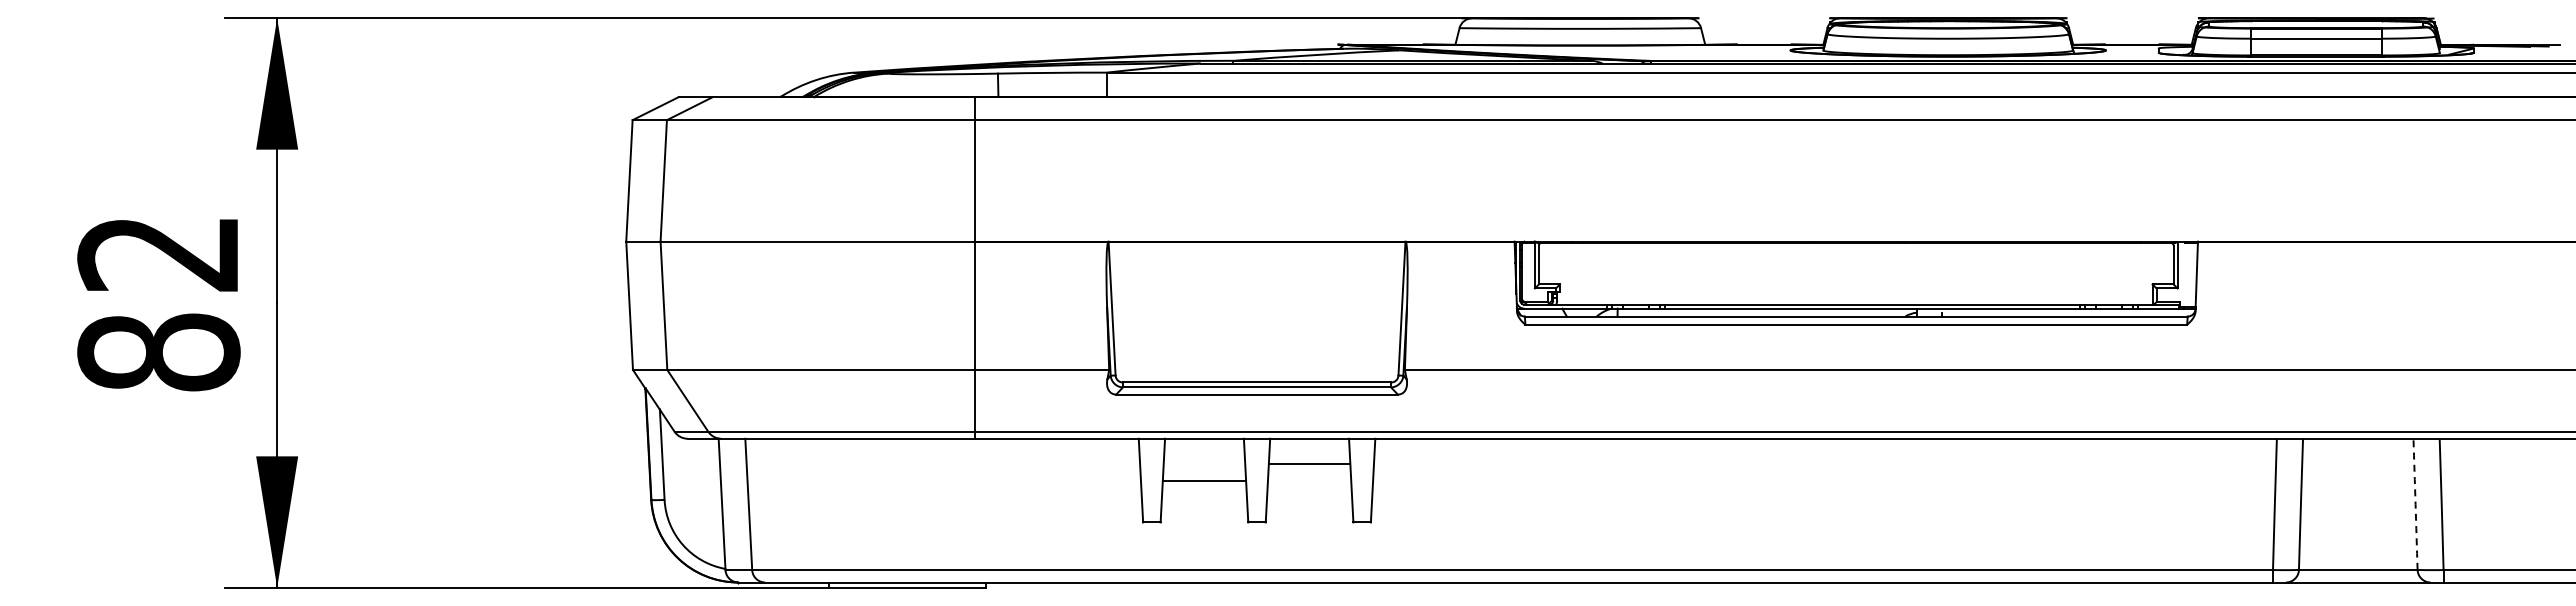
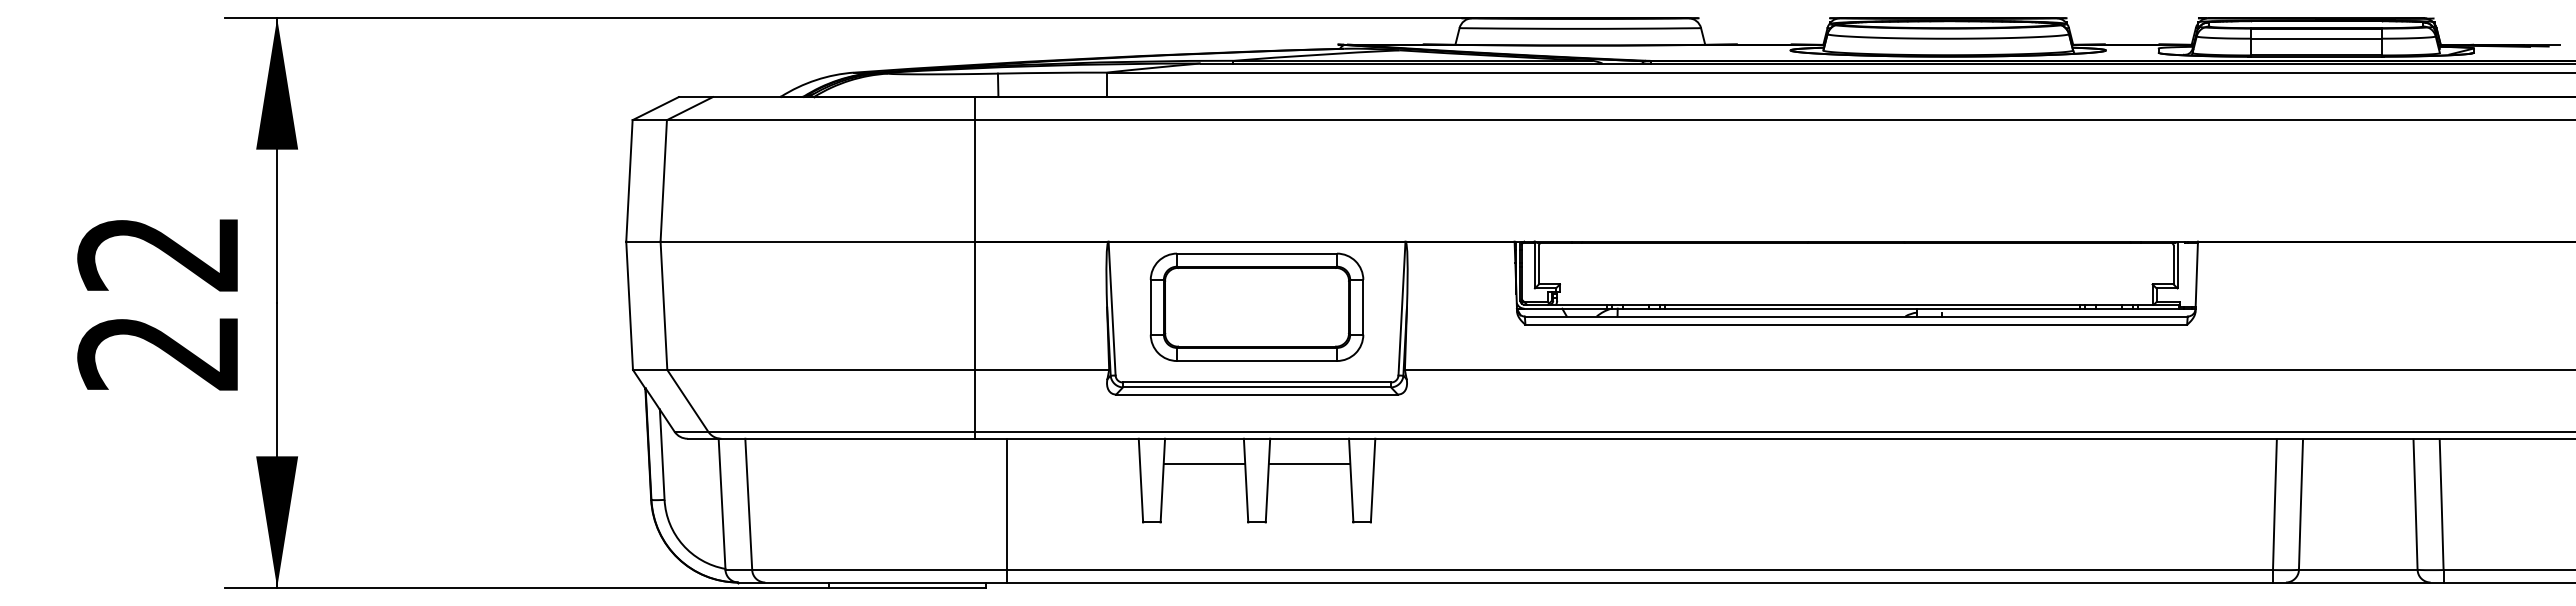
part at (1256, 306): none -> present
text at (158, 352): 82 -> 22
line at (1204, 480) position: (1204, 480) -> (1204, 463)
arc at (2415, 504): dashed -> solid
line at (1007, 510): none -> present
